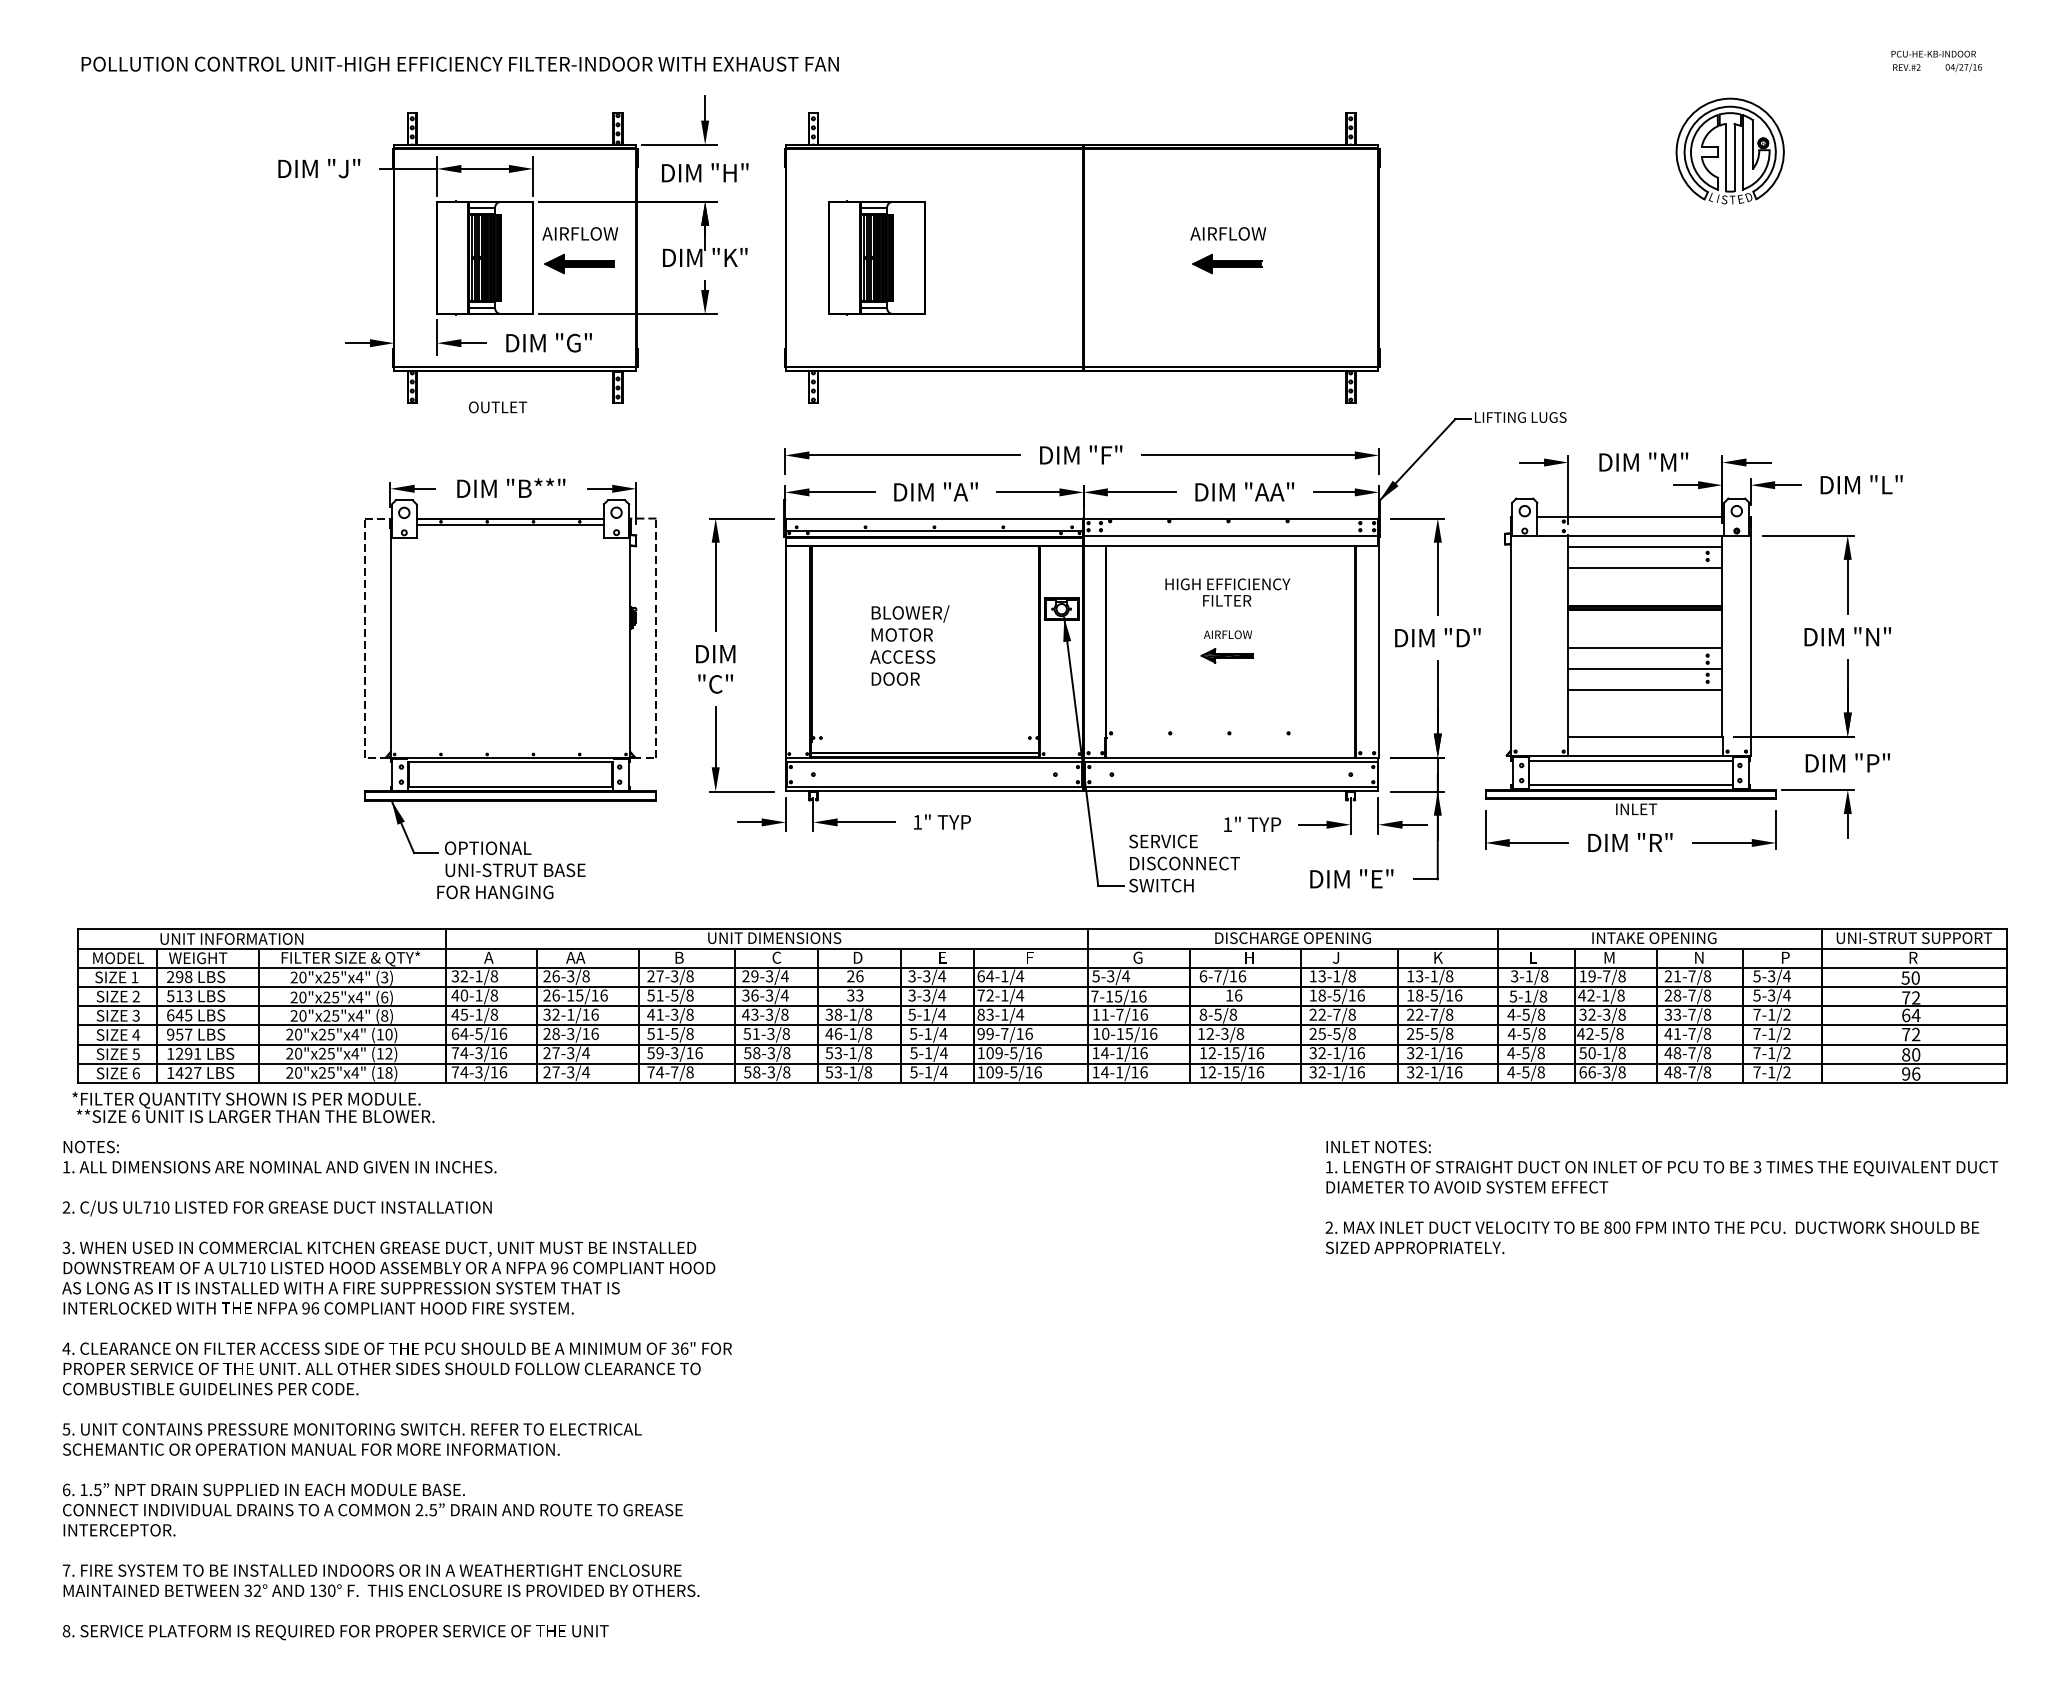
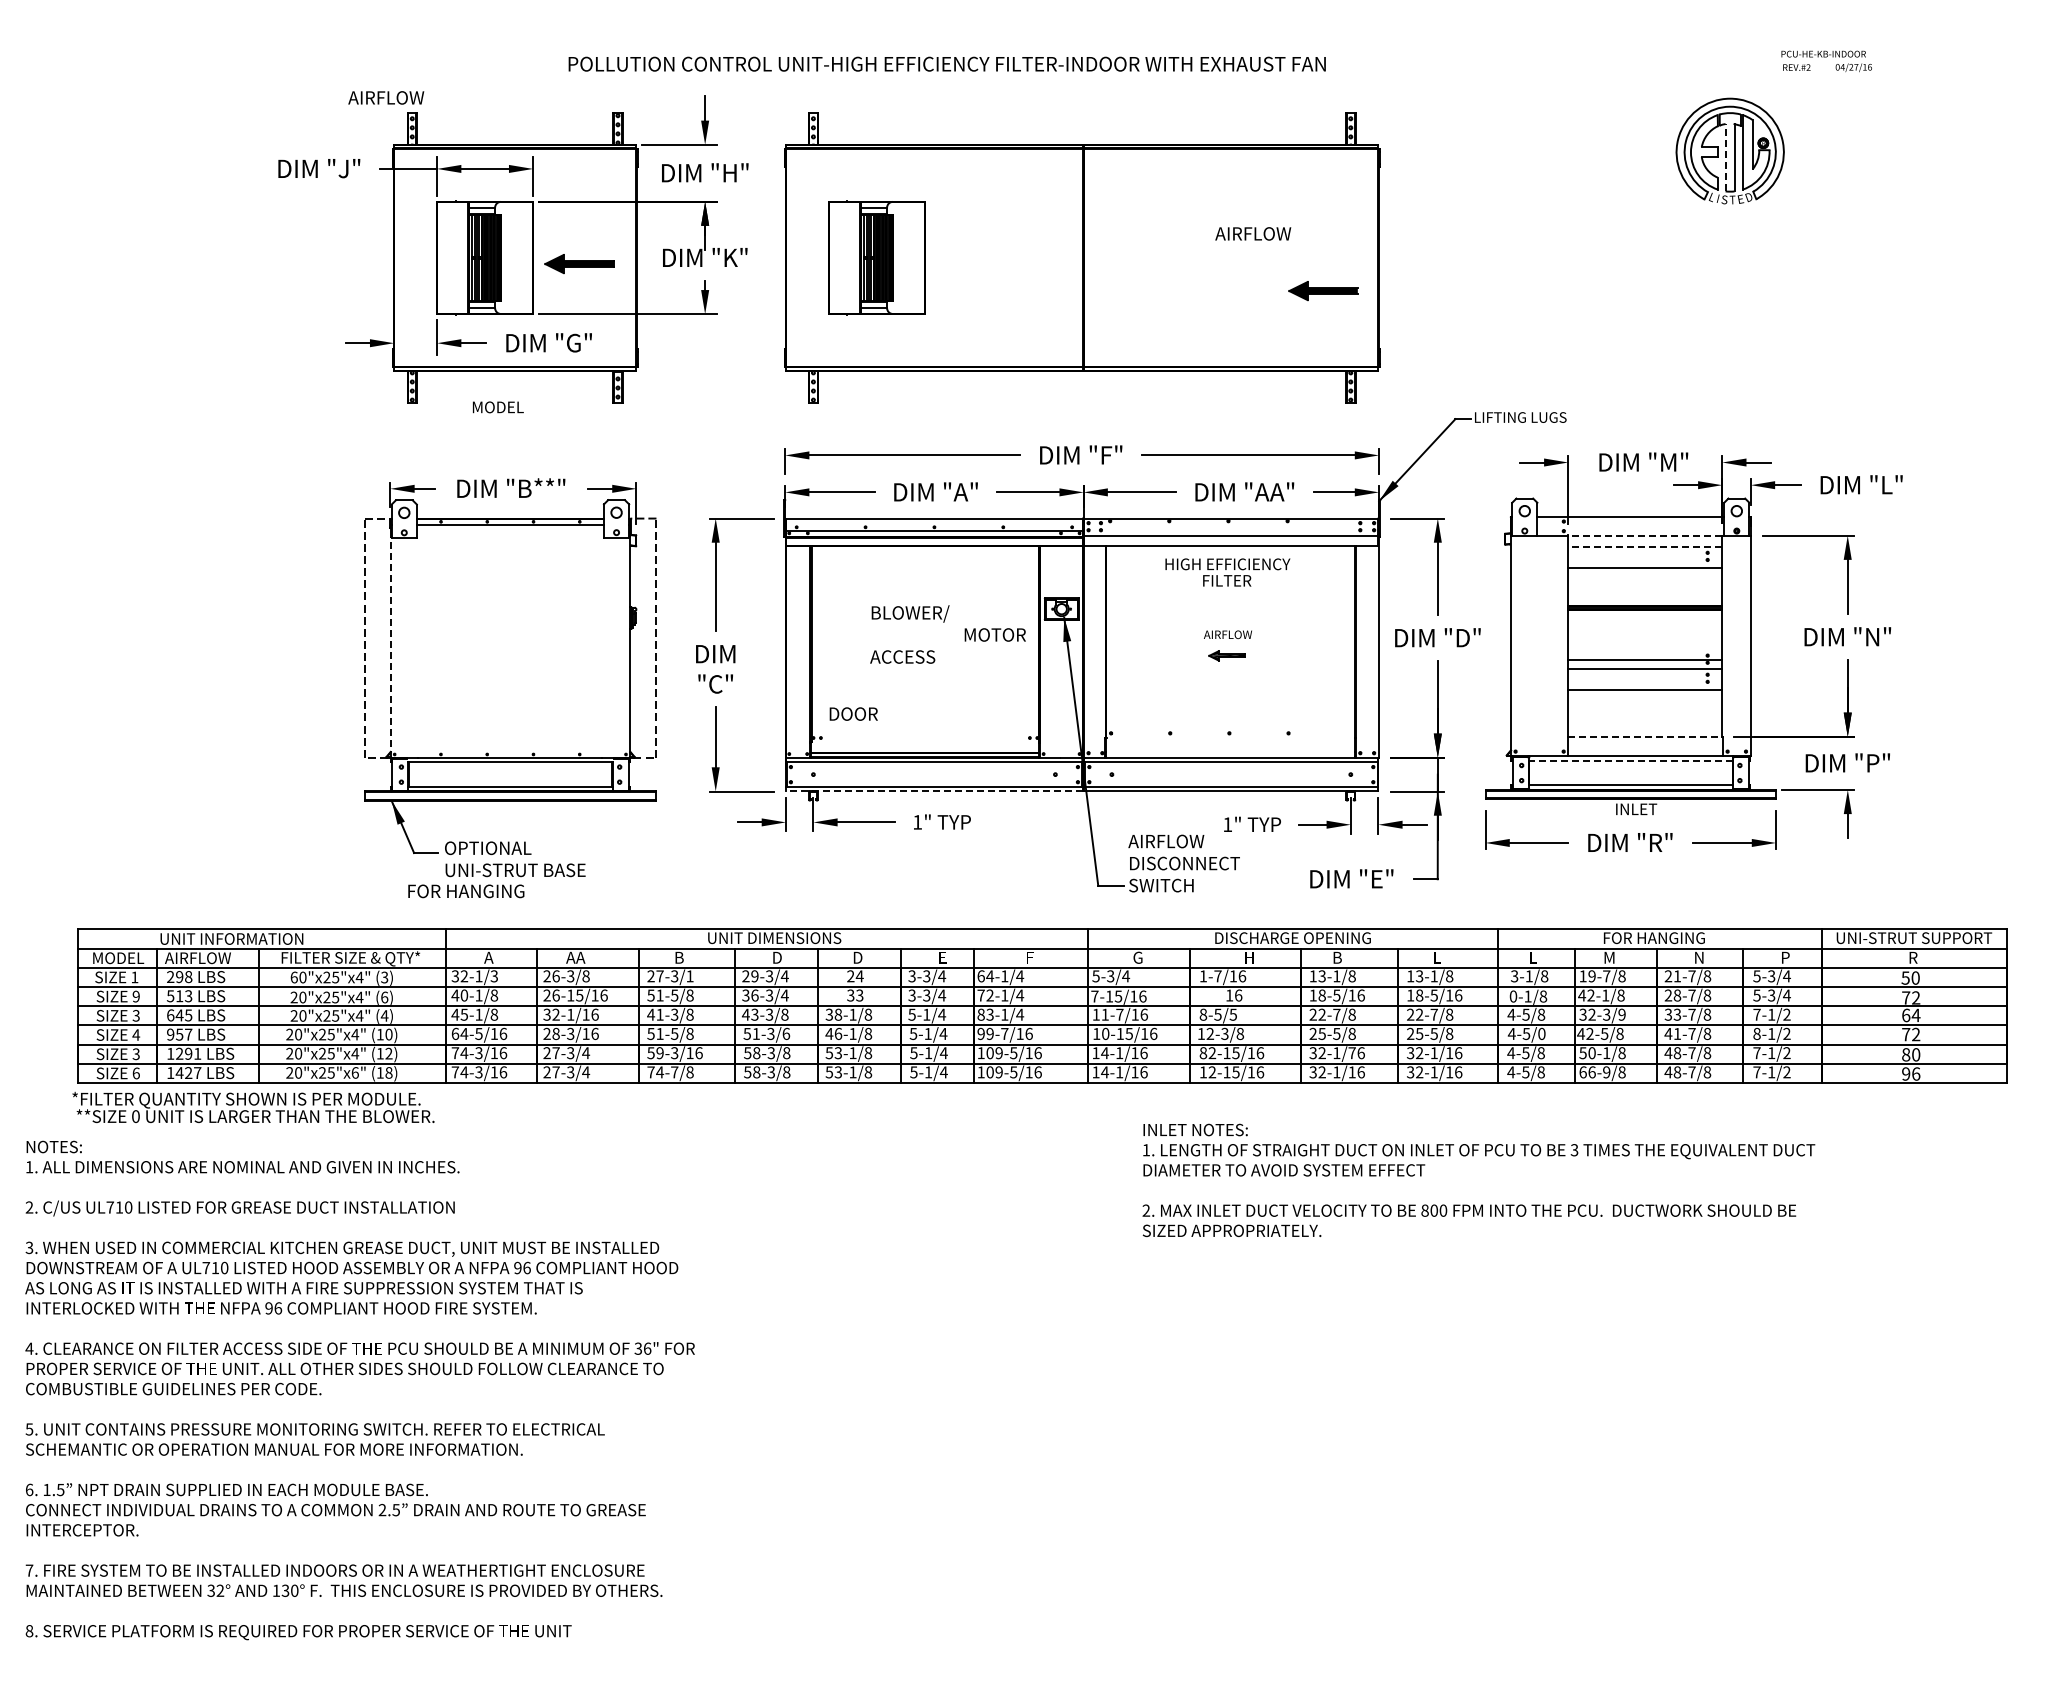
text at (1936, 61) position: (1936, 61) -> (1826, 61)
text at (459, 63) position: (459, 63) -> (946, 63)
line at (1725, 157): solid -> dashed
text at (580, 233) position: (580, 233) -> (386, 97)
text at (1228, 233) position: (1228, 233) -> (1253, 233)
part at (1227, 264) position: (1227, 264) -> (1323, 291)
text at (498, 407): OUTLET -> MODEL
line at (1644, 535): solid -> dashed
line at (1644, 546): solid -> dashed
text at (1227, 592) position: (1227, 592) -> (1227, 572)
text at (901, 634) position: (901, 634) -> (994, 634)
line at (390, 647): solid -> dashed
line at (1645, 647) position: (1645, 647) -> (1645, 659)
part at (1226, 655) size: 54x16 px -> 38x12 px
text at (895, 678) position: (895, 678) -> (853, 713)
line at (1645, 736): solid -> dashed
line at (1630, 760): solid -> dashed
line at (934, 791): solid -> dashed
text at (1166, 841): SERVICE -> AIRFLOW
text at (495, 892) position: (495, 892) -> (466, 891)
text at (1654, 938): INTAKE OPENING -> FOR HANGING
text at (776, 957): C -> D
text at (1336, 957): J -> B
text at (1438, 957): K -> L
text at (197, 958): WEIGHT -> AIRFLOW
text at (494, 976): 32-1/8 -> 32-1/3
text at (689, 976): 27-3/8 -> 27-3/1
text at (859, 976): 26 -> 24
text at (1203, 976): 6-7/16 -> 1-7/16
text at (293, 977): 20"x25"x4" -> 60"x25"x4"
text at (135, 996): 2 -> 9
text at (1513, 996): 5-1/8 -> 0-1/8
text at (1233, 1014): 8-5/8 -> 8-5/5
text at (1621, 1014): 32-3/8 -> 32-3/9
text at (384, 1015): (8) -> (4)
text at (786, 1033): 51-3/8 -> 51-3/6
text at (1541, 1033): 4-5/8 -> 4-5/0
text at (1756, 1033): 7-1/2 -> 8-1/2
text at (136, 1053): 5 -> 3
text at (1203, 1053): 12-15/16 -> 82-15/16
text at (1351, 1053): 32-1/16 -> 32-1/76
text at (355, 1072): 20"x25"x4" -> 20"x25"x6"
text at (1606, 1072): 66-3/8 -> 66-9/8
text at (135, 1116): 6 -> 0
text at (1661, 1197) position: (1661, 1197) -> (1478, 1180)
text at (396, 1390) position: (396, 1390) -> (359, 1390)
